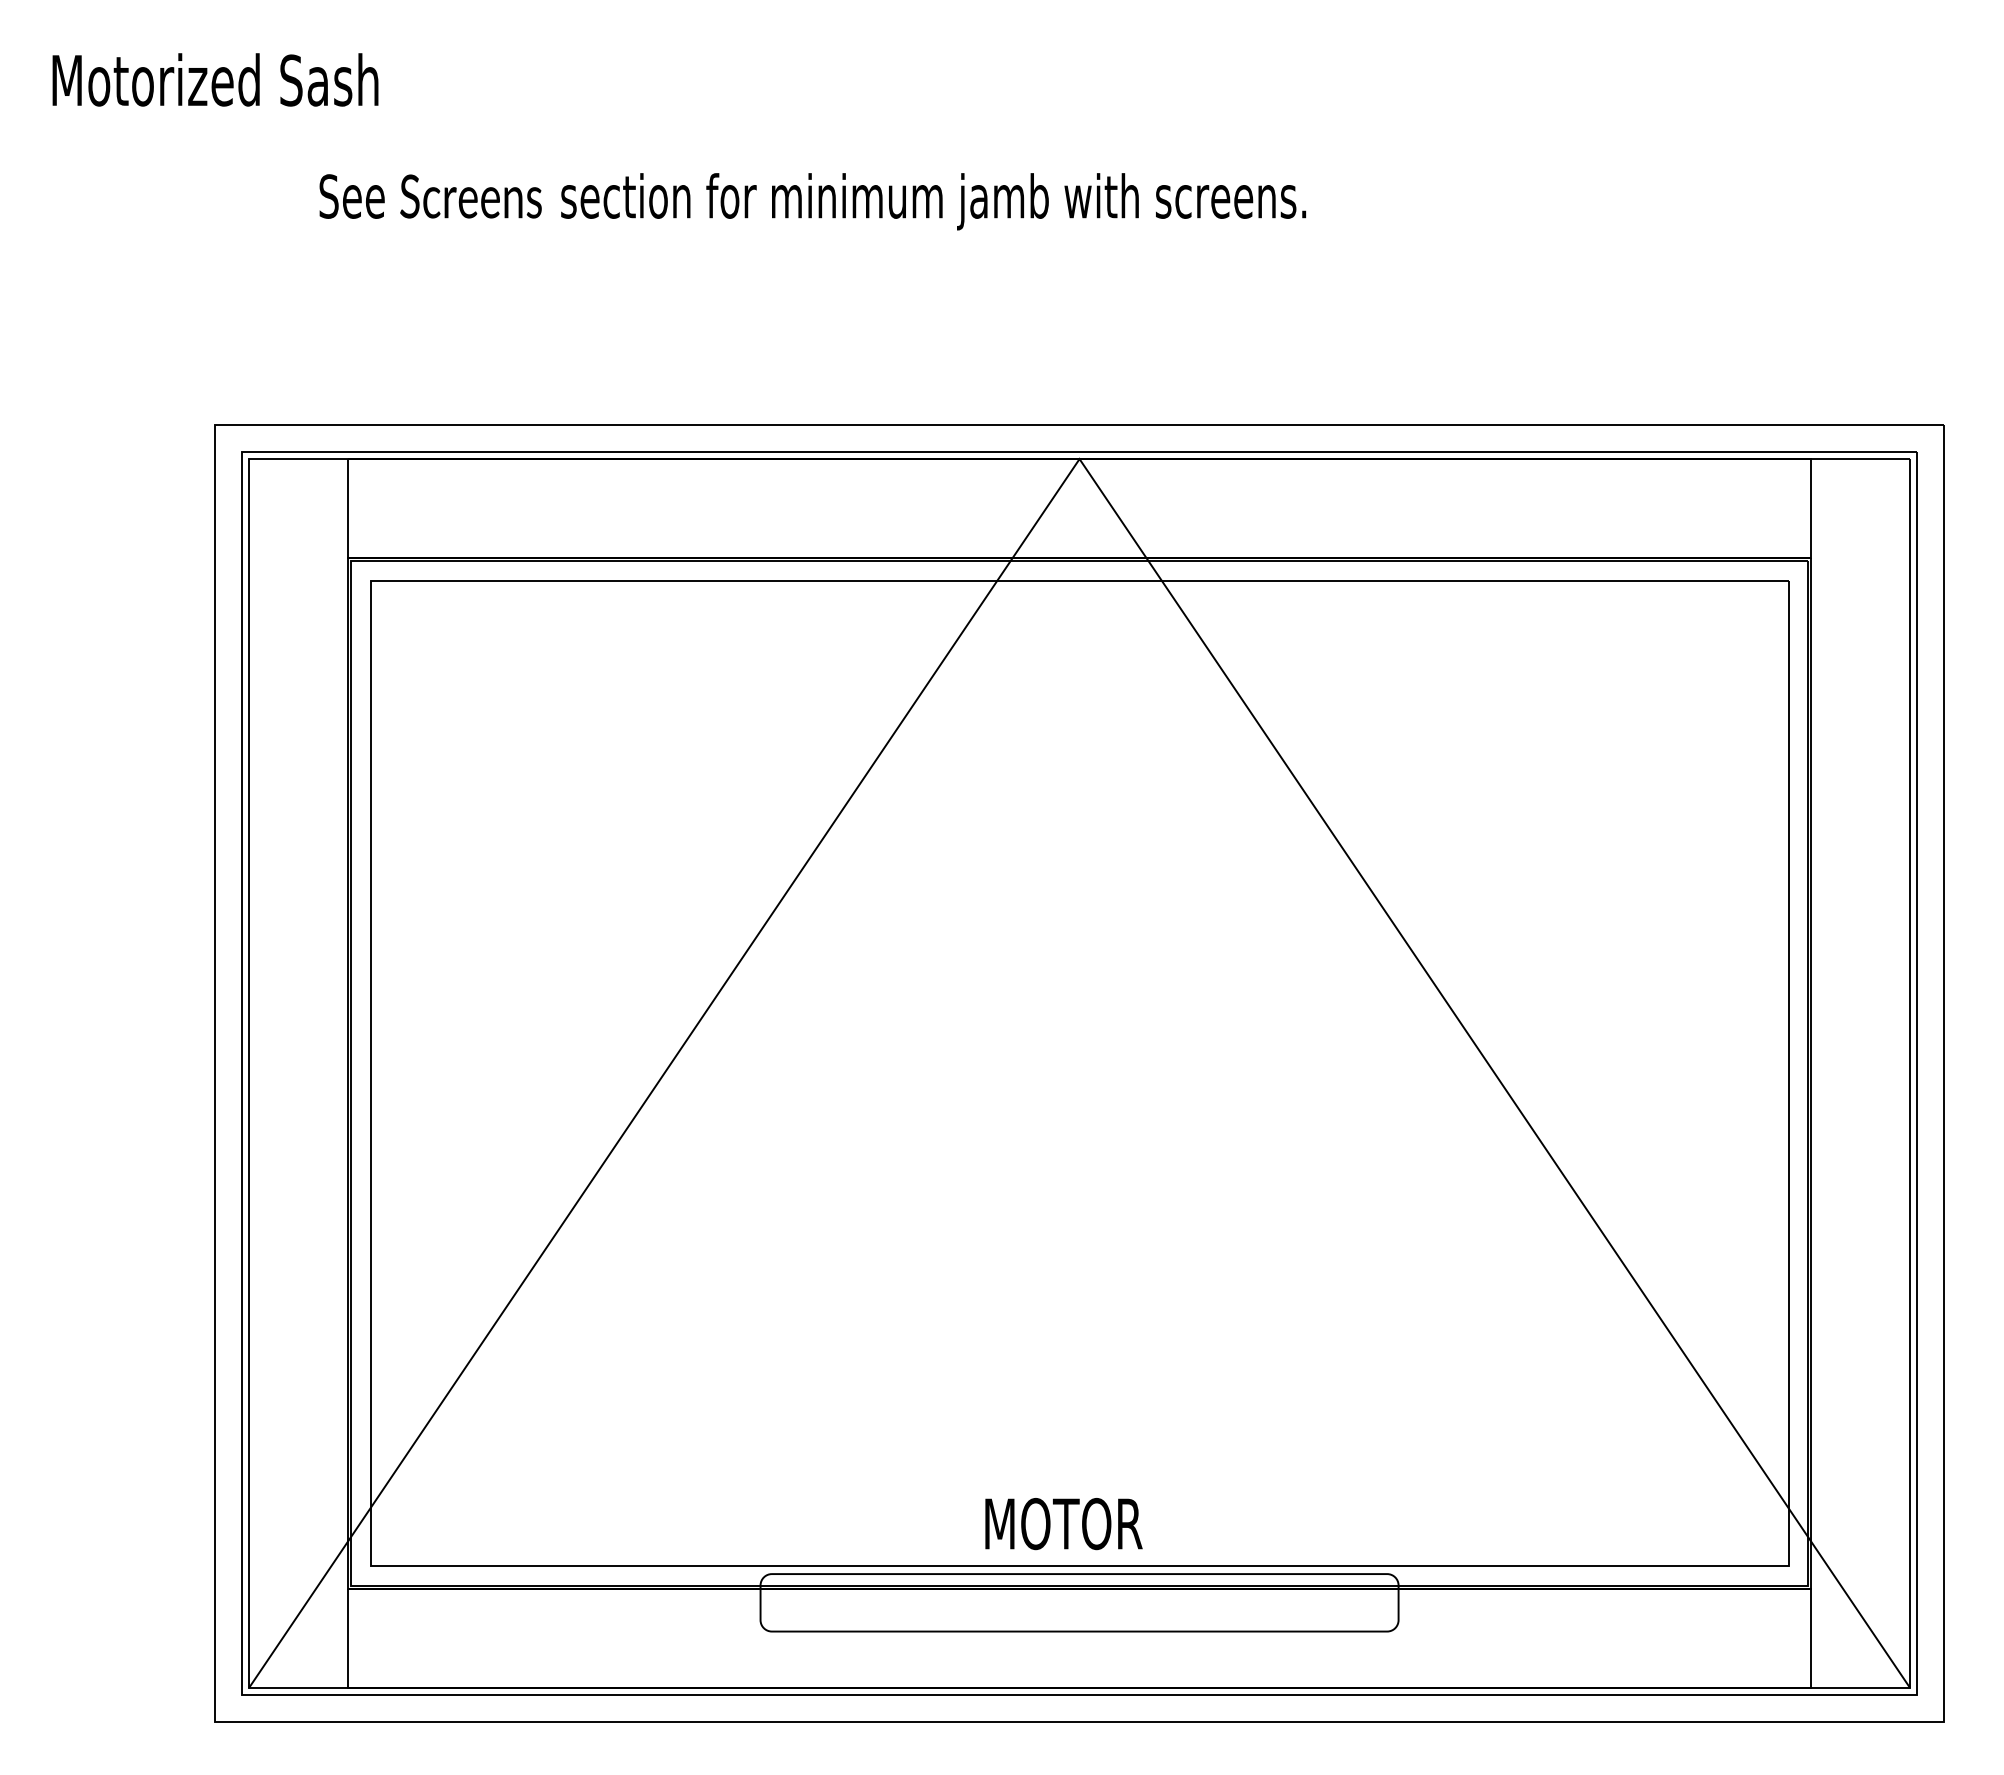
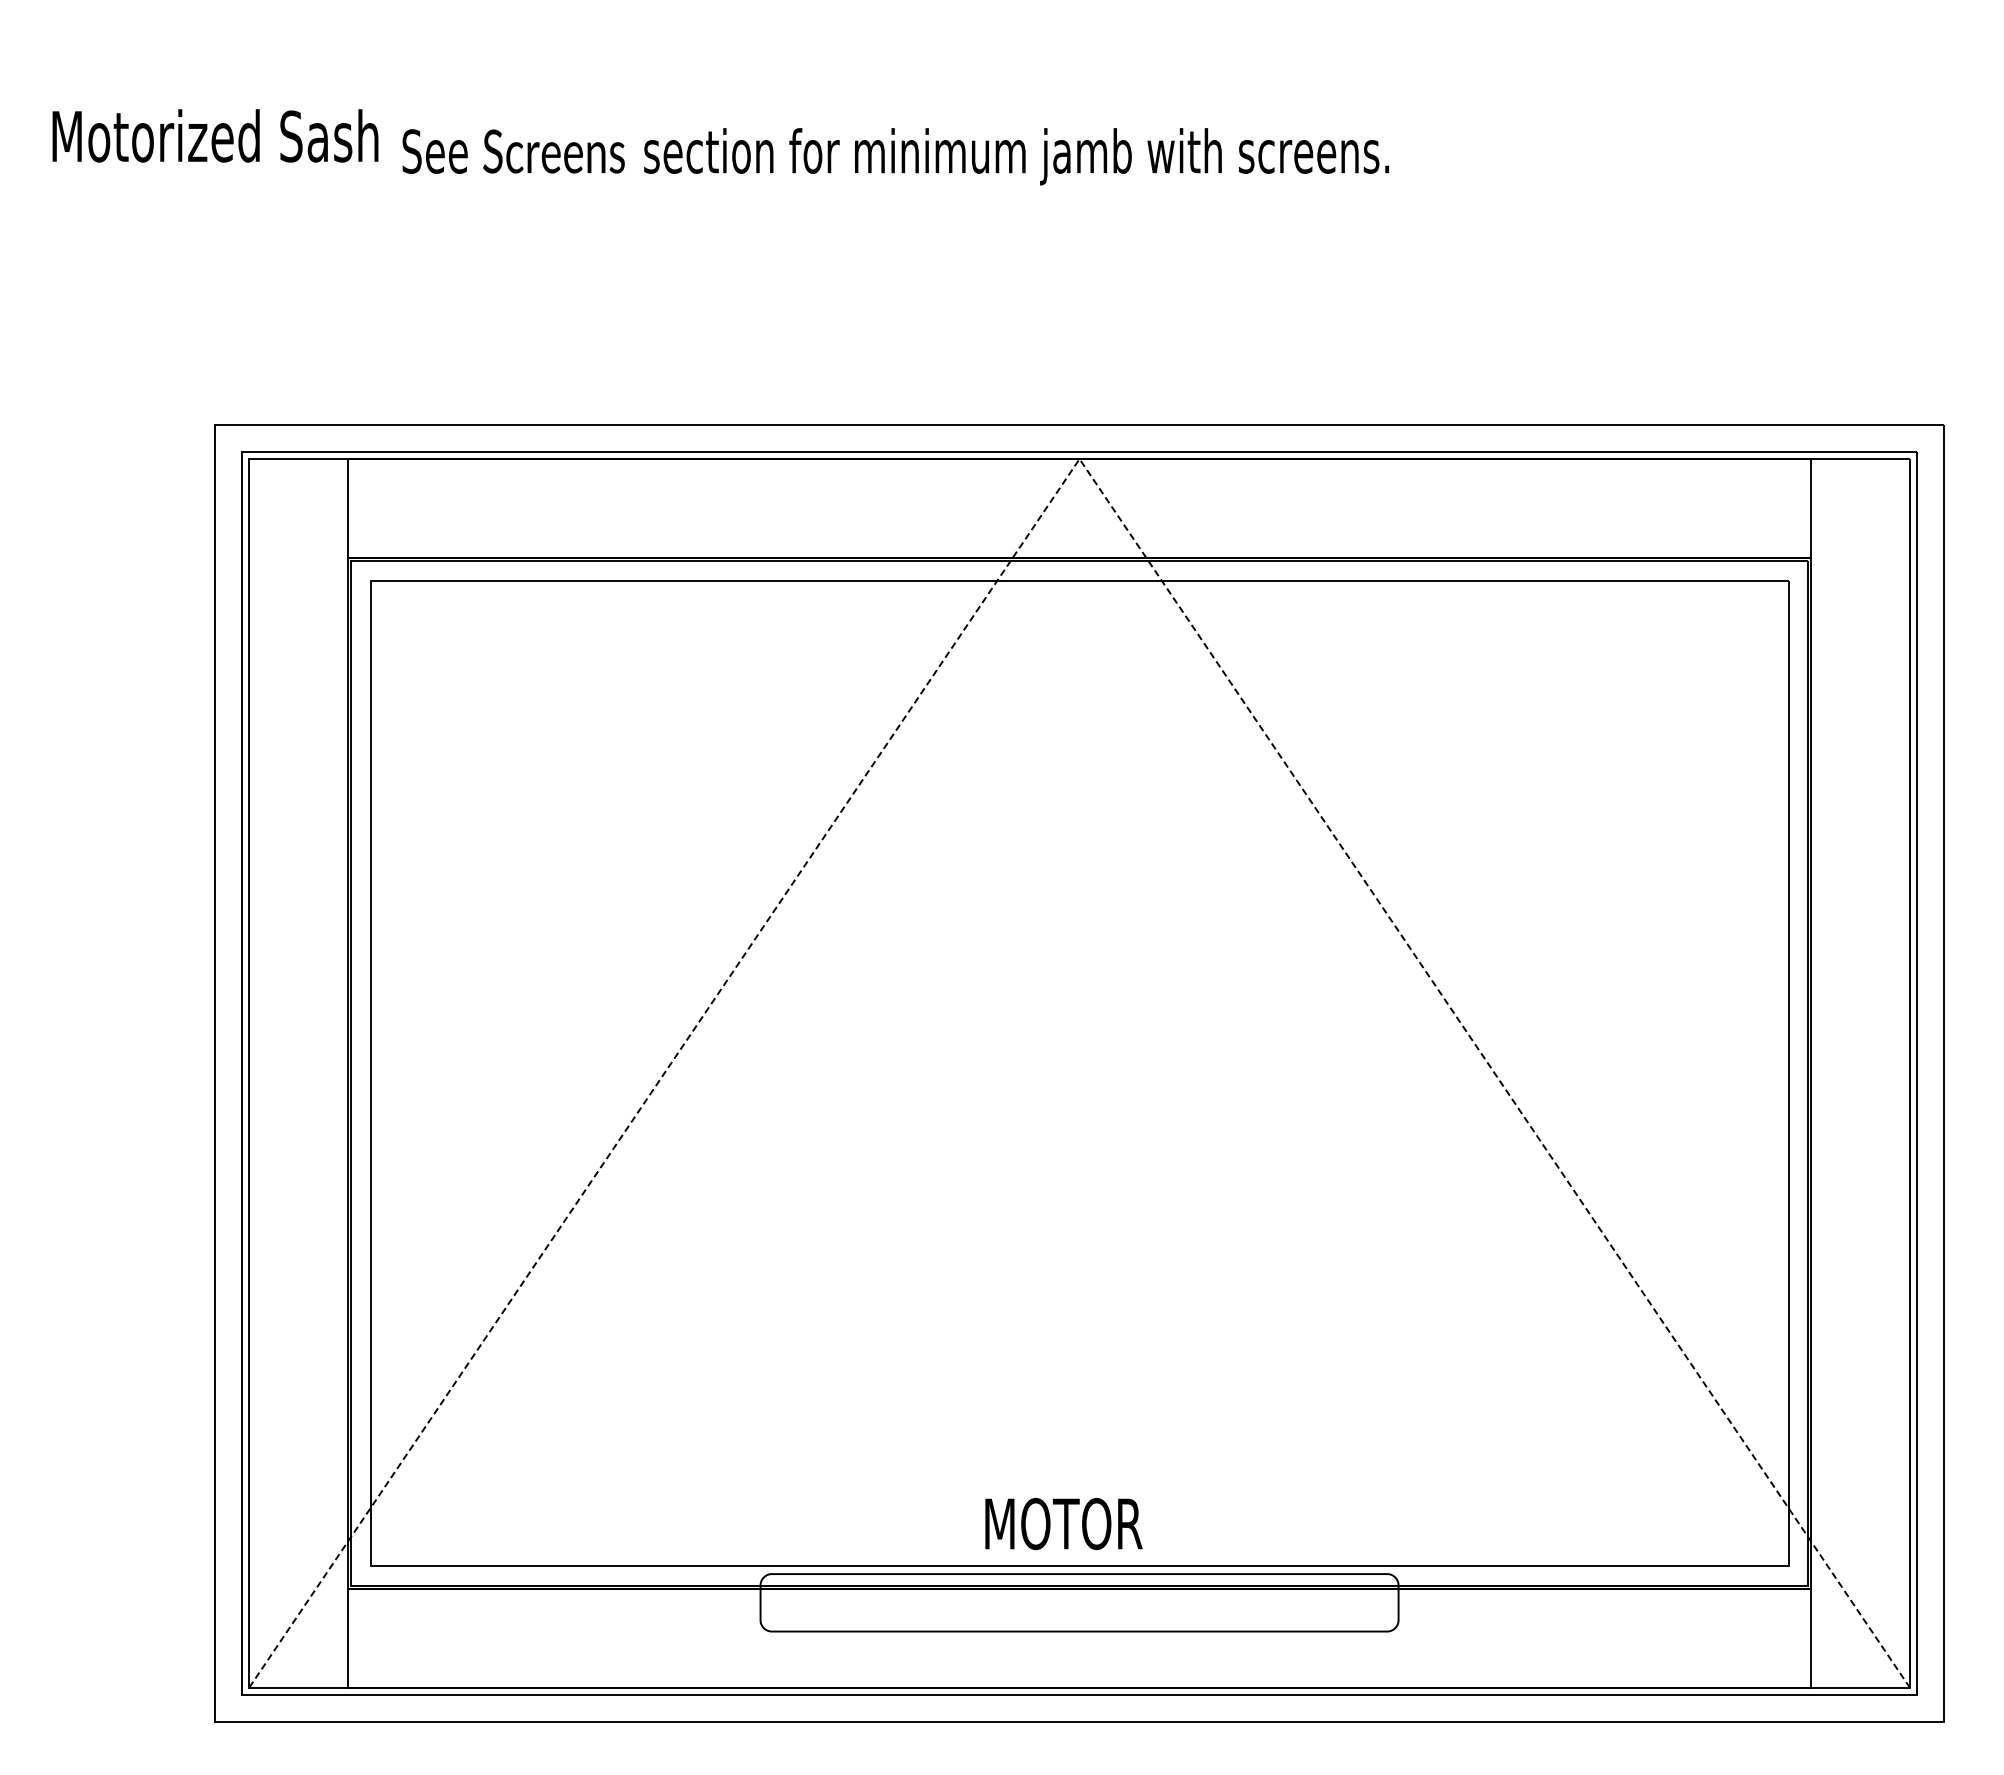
text at (215, 79) position: (215, 79) -> (215, 135)
text at (812, 201) position: (812, 201) -> (895, 156)
line at (1079, 459): solid -> dashed
